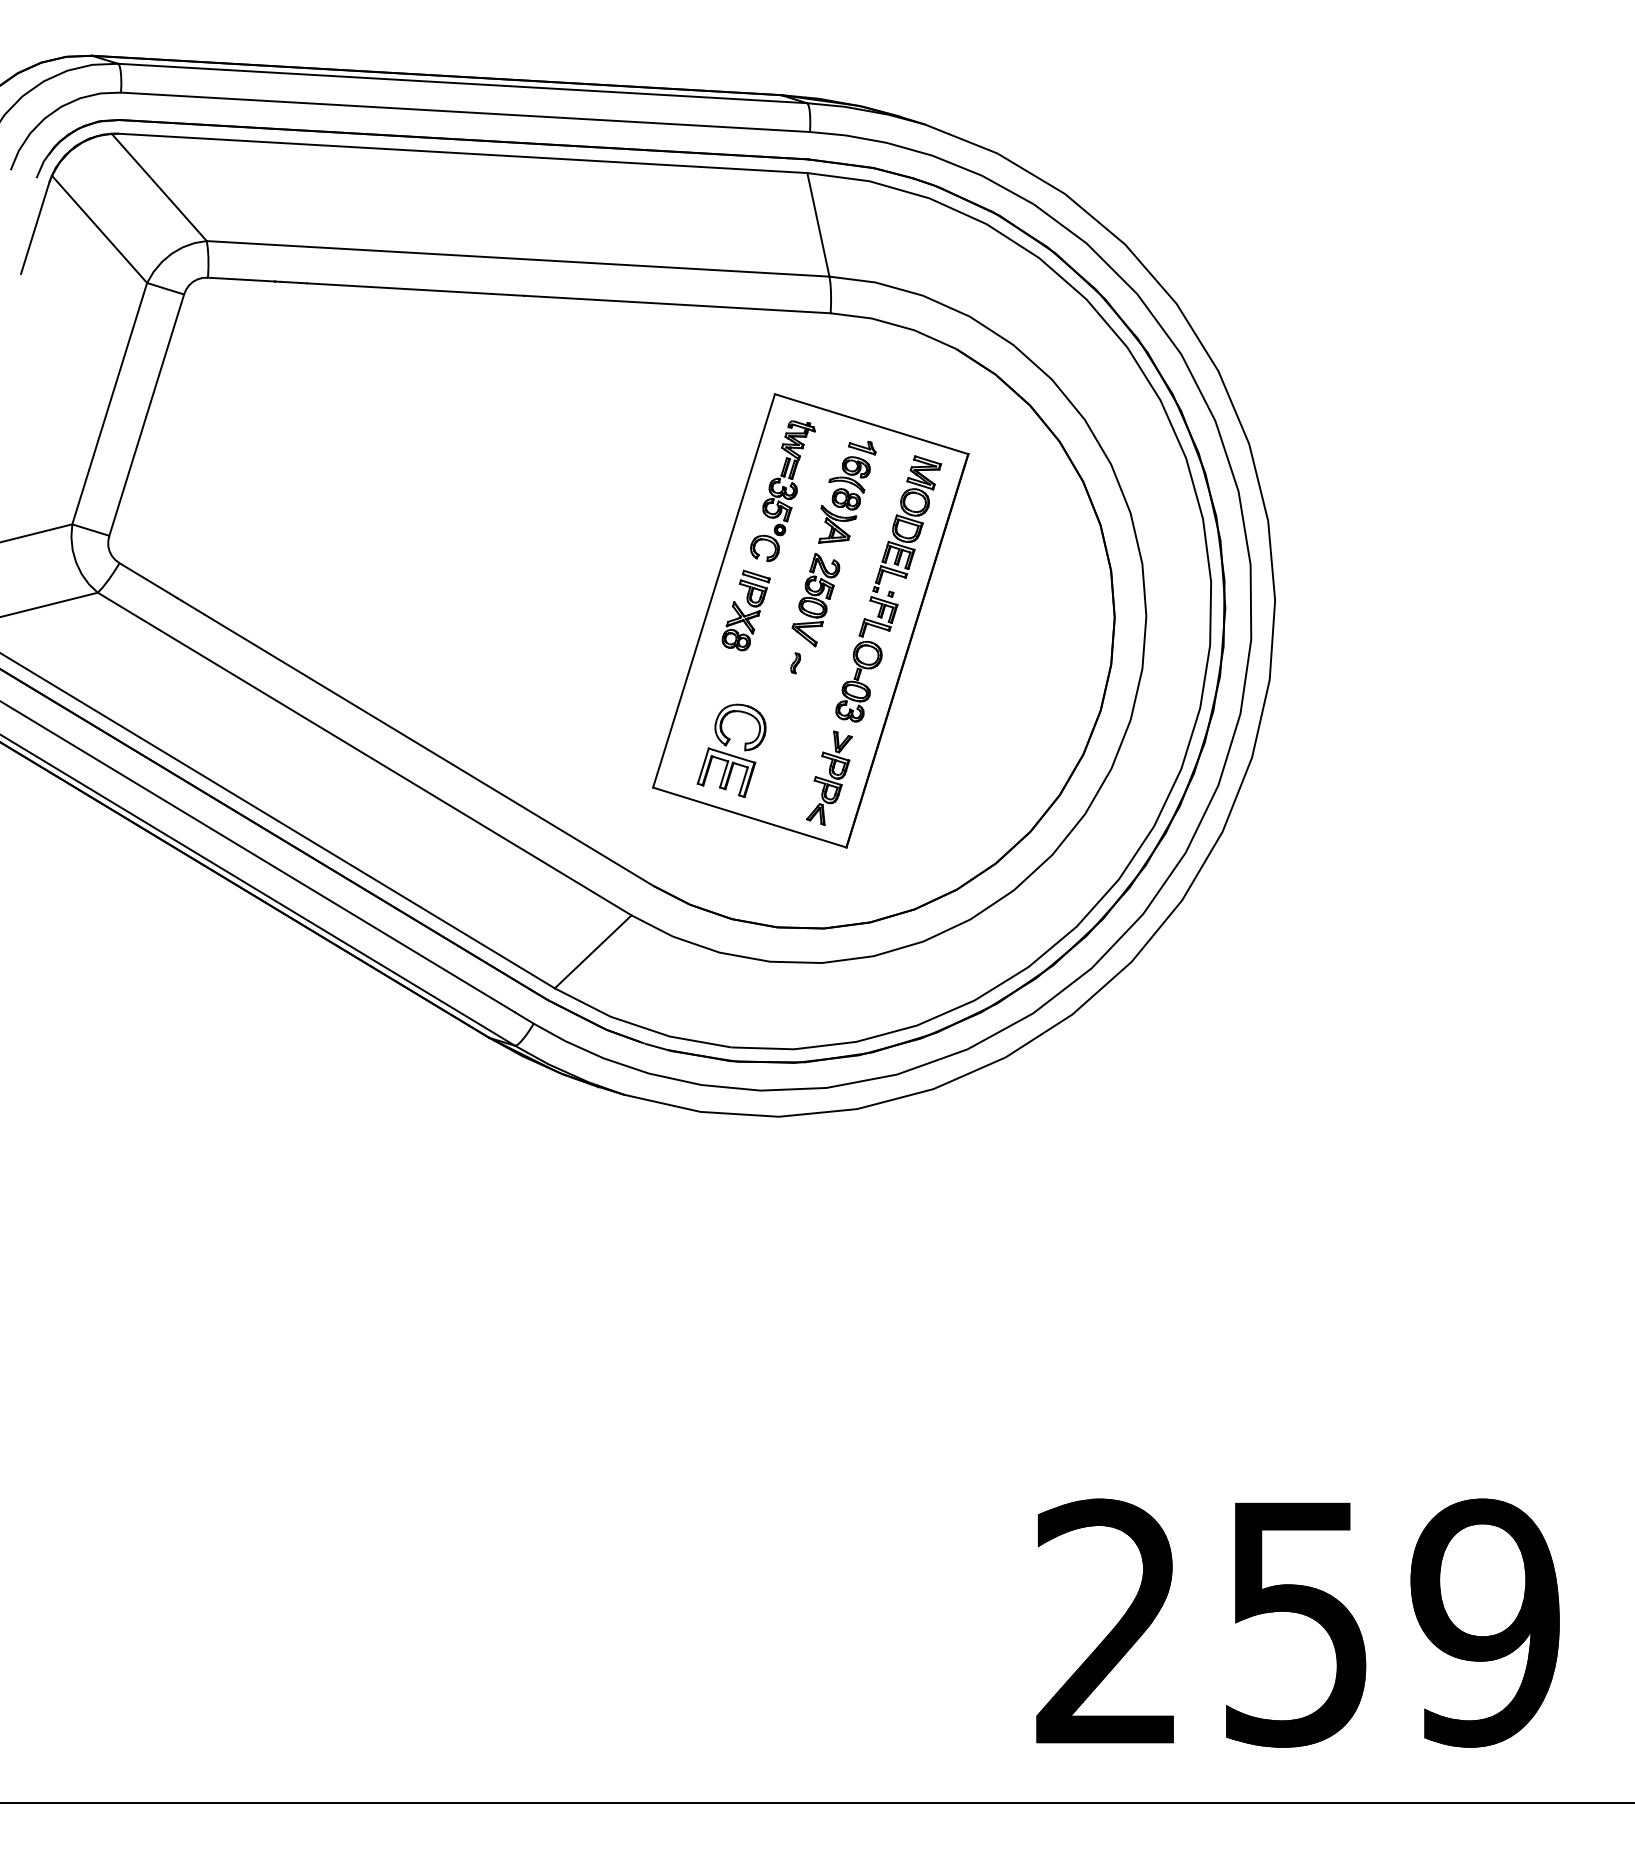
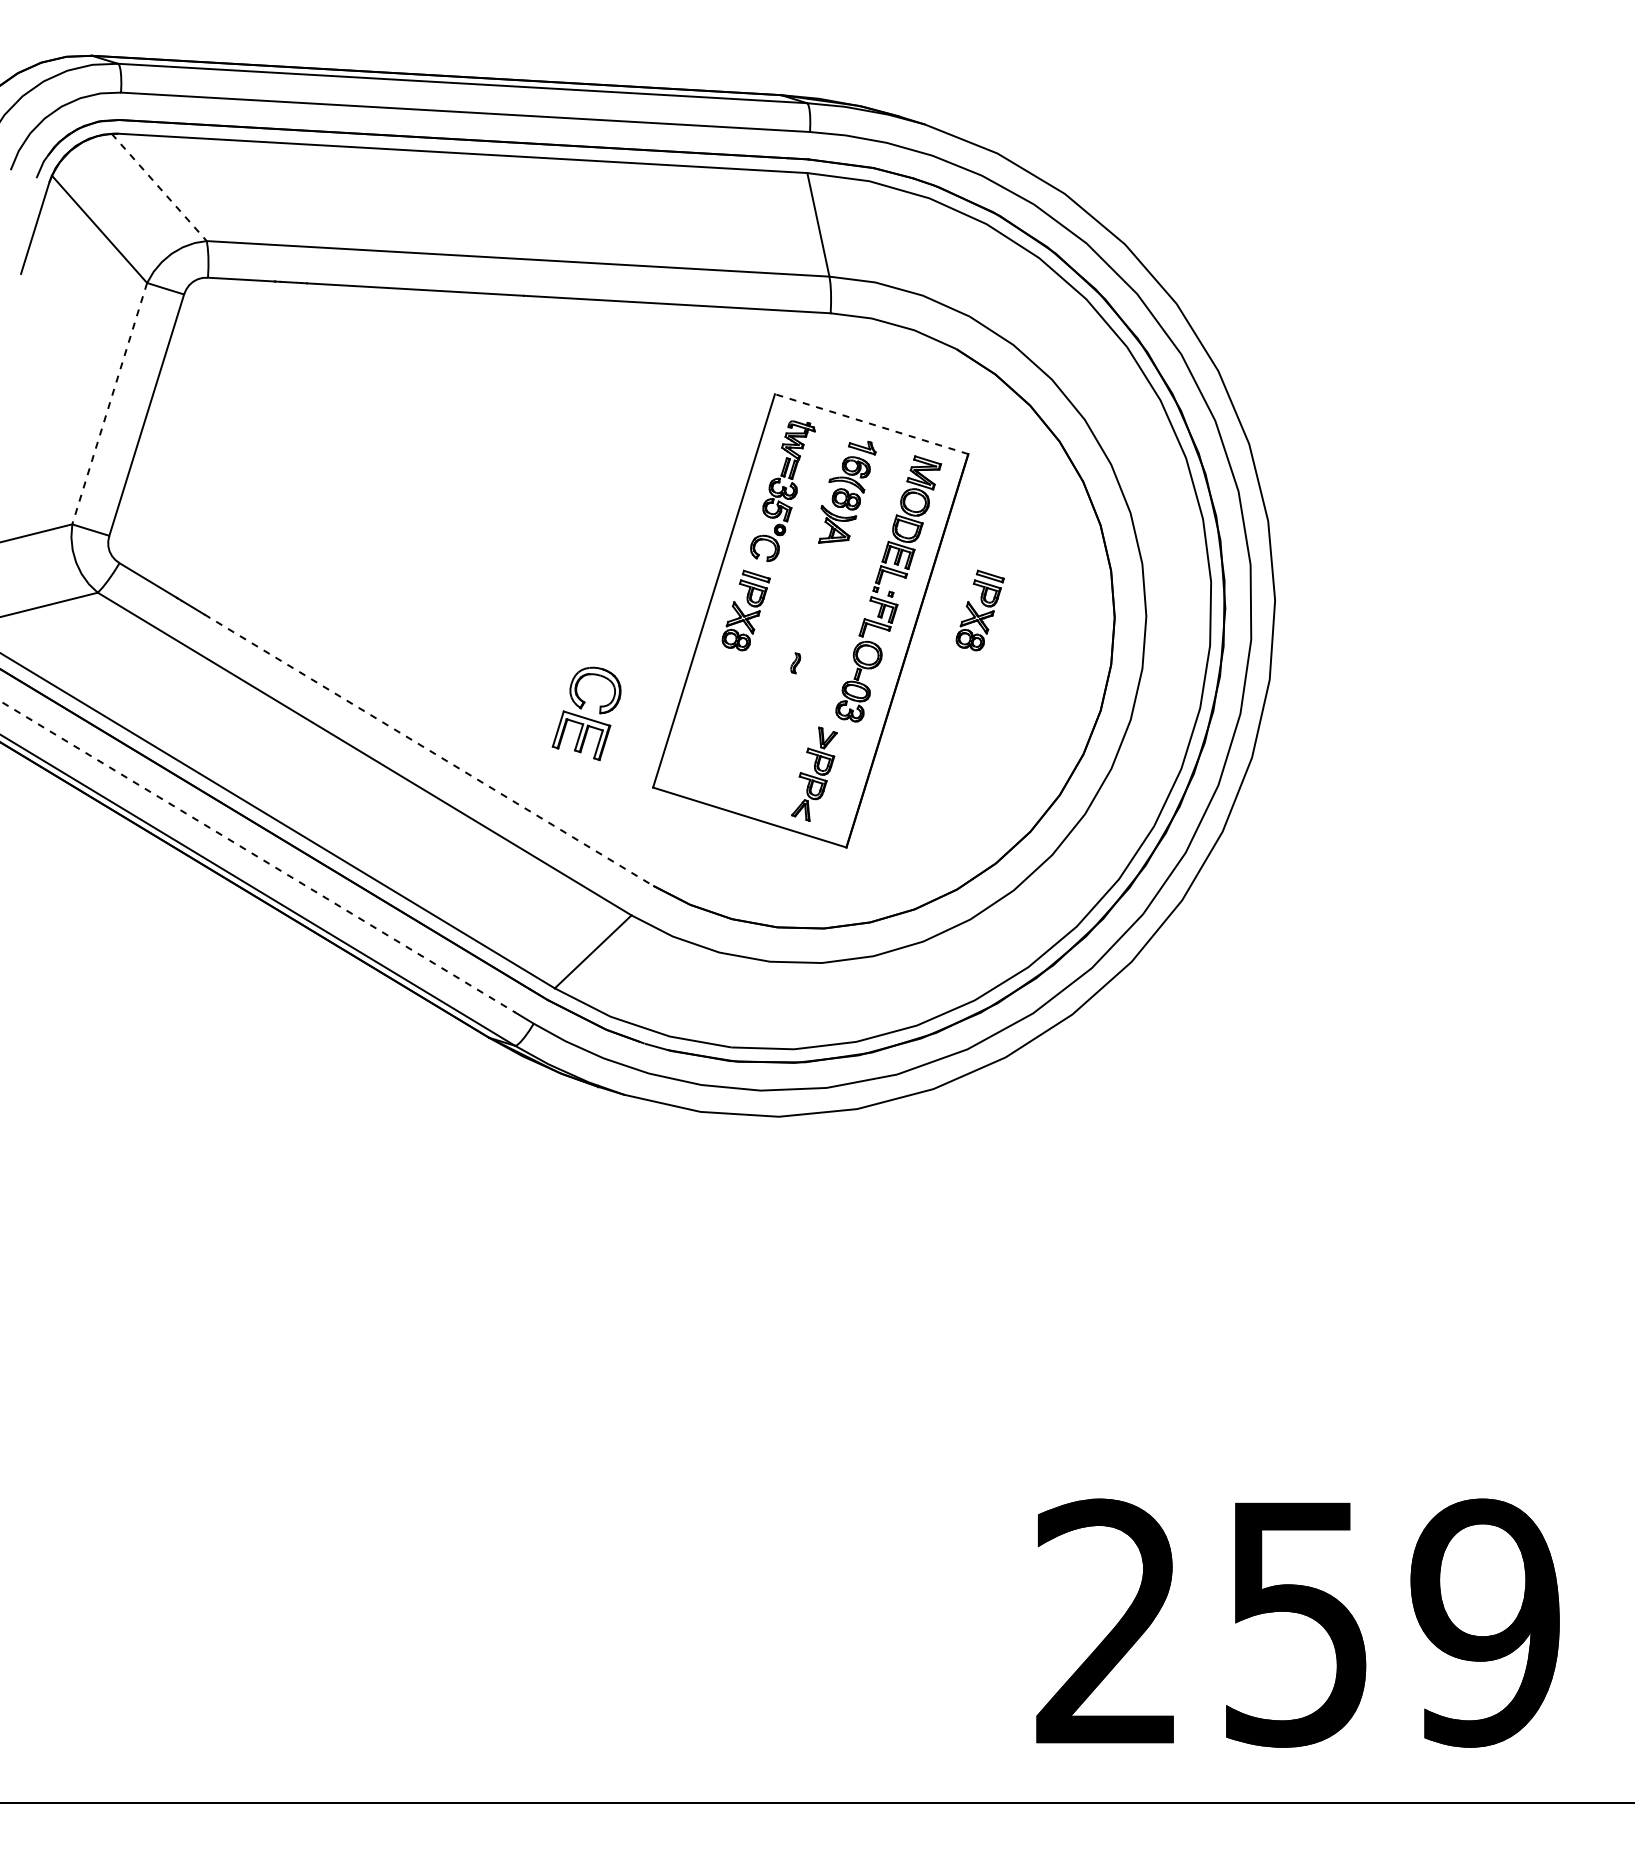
line at (159, 187): solid -> dashed
line at (109, 404): solid -> dashed
line at (871, 424): solid -> dashed
part at (815, 600): present -> none
part at (979, 610): none -> present
line at (429, 750): solid -> dashed
part at (731, 750) position: (731, 750) -> (586, 713)
part at (829, 777) position: (829, 777) -> (814, 773)
line at (257, 856): solid -> dashed
